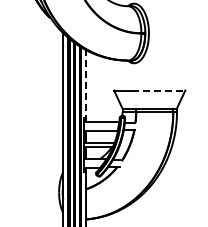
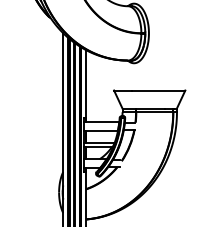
line at (86, 85): dashed -> solid
line at (158, 90): dashed -> solid
